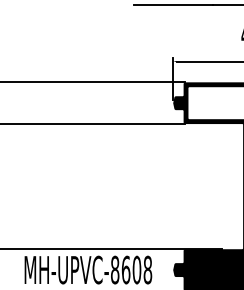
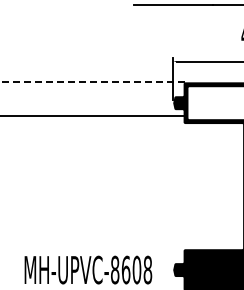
line at (92, 82): solid -> dashed
line at (93, 124) position: (93, 124) -> (93, 116)
line at (112, 249): present -> none
